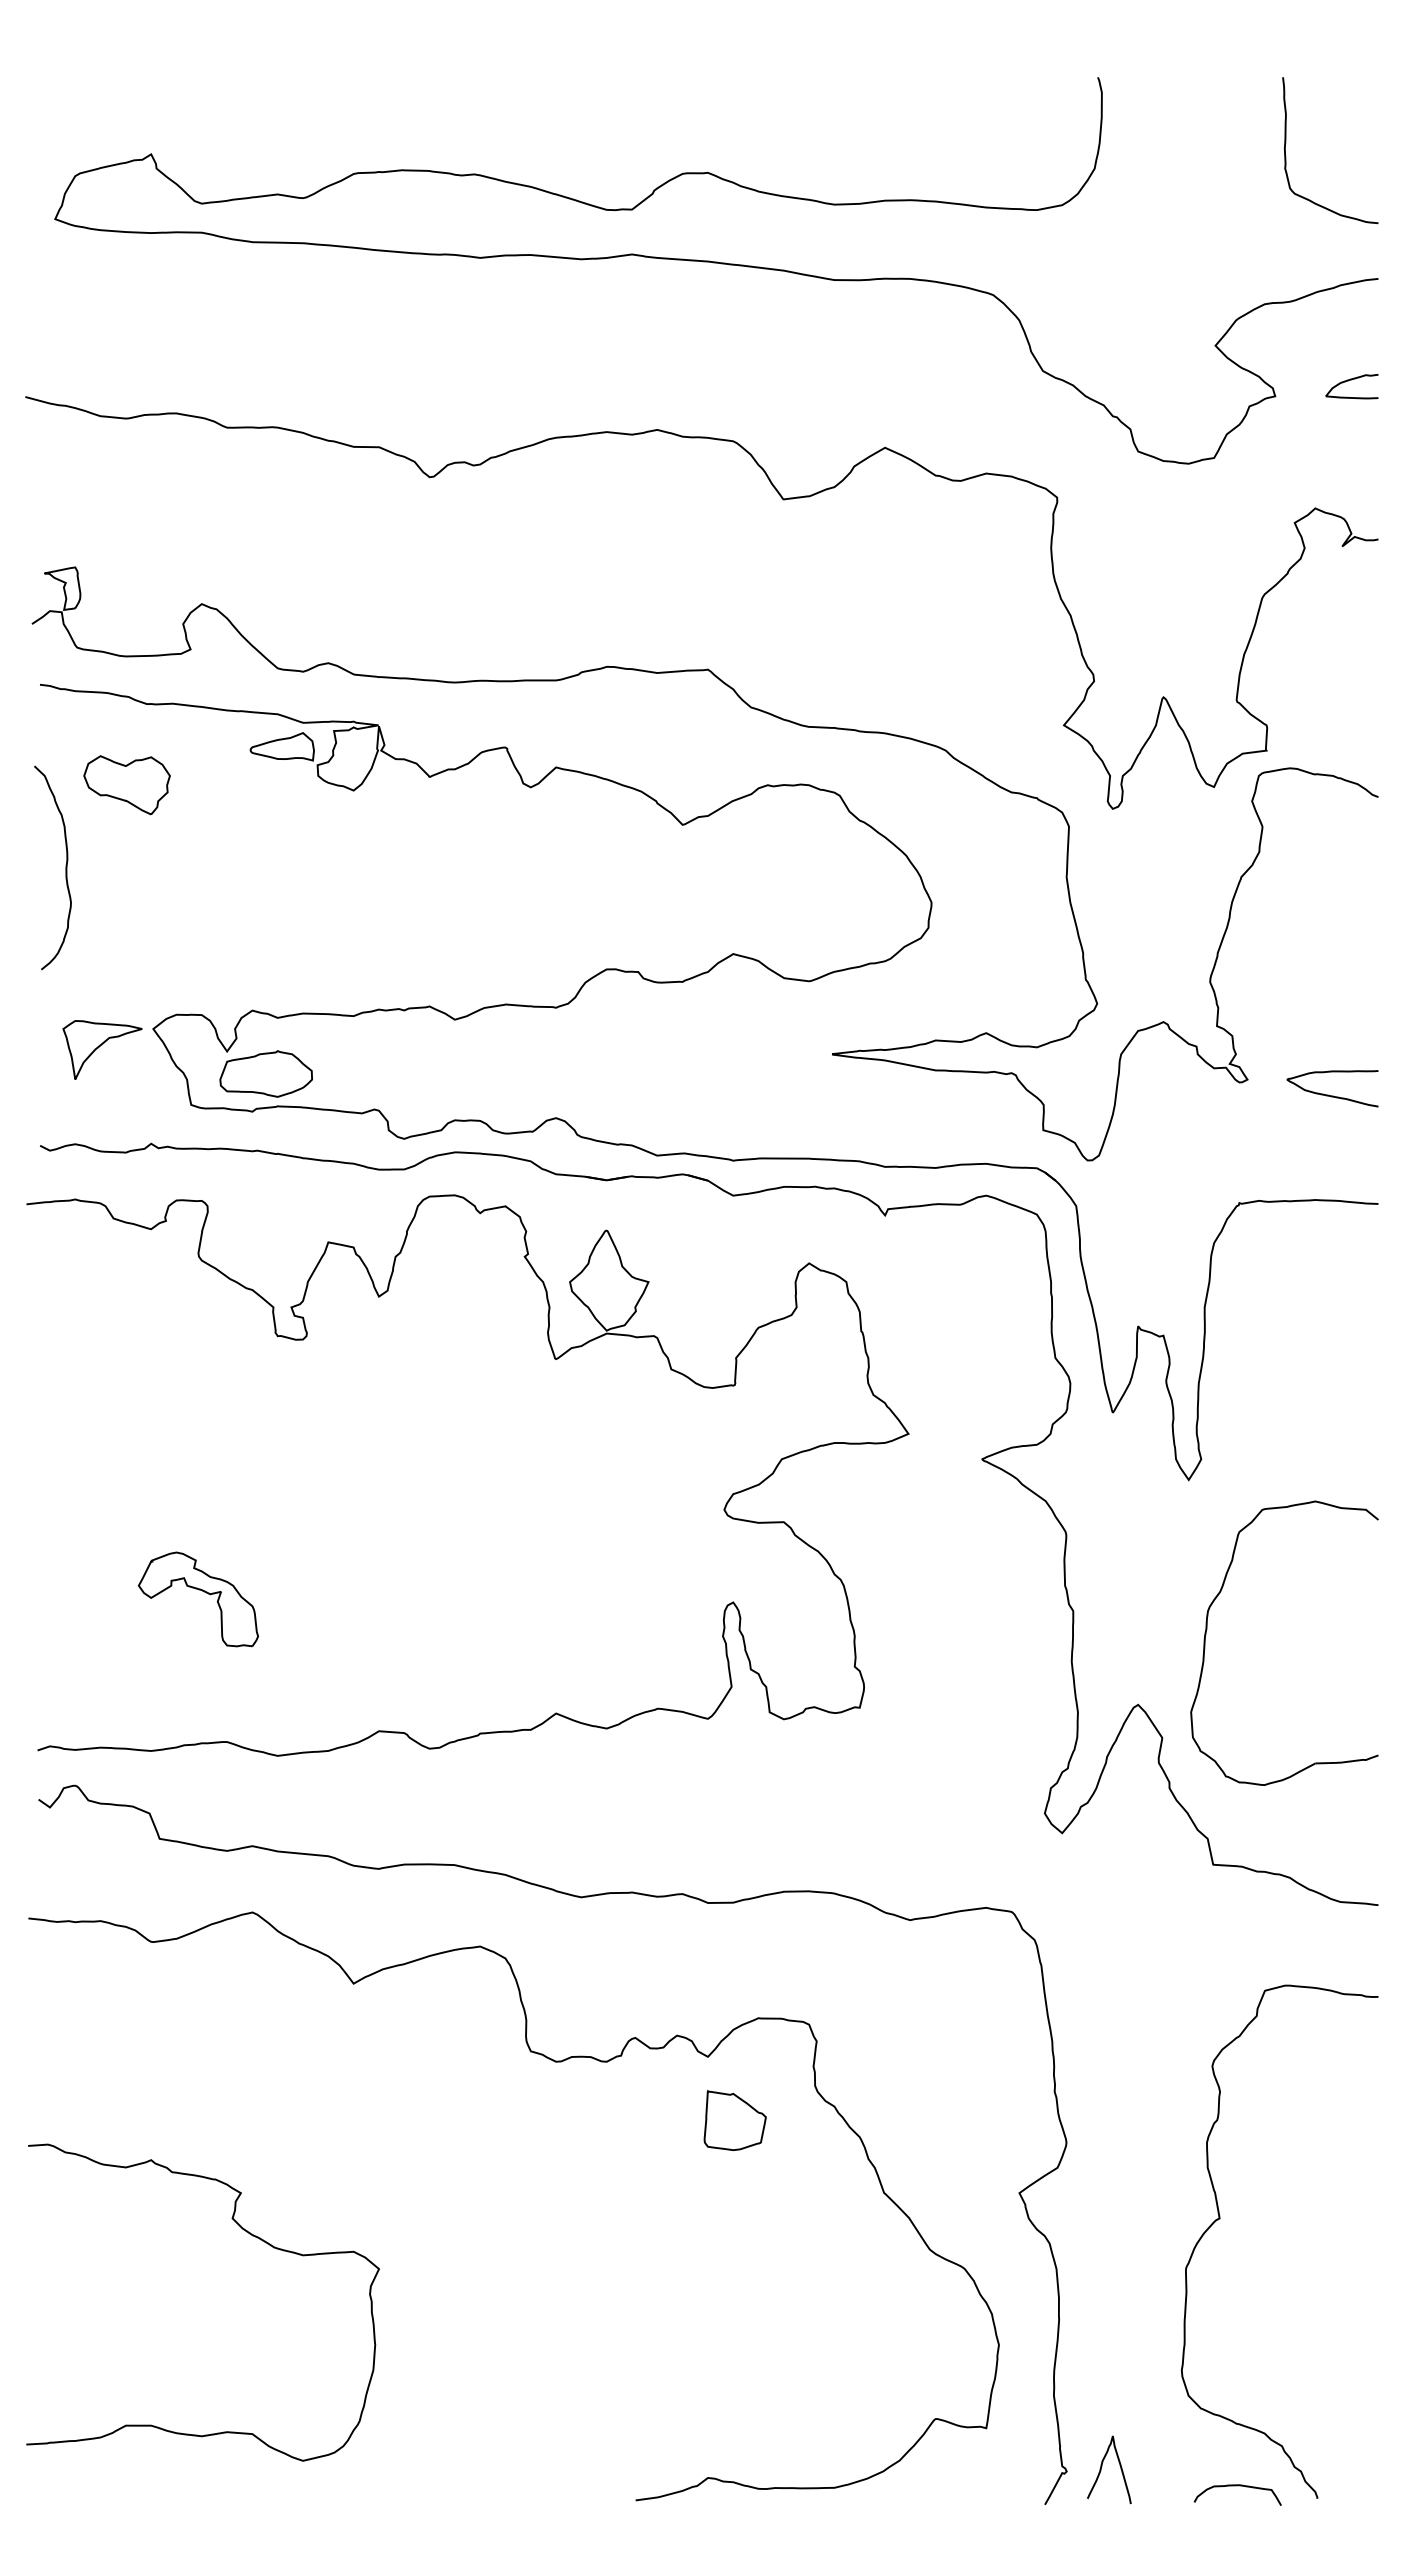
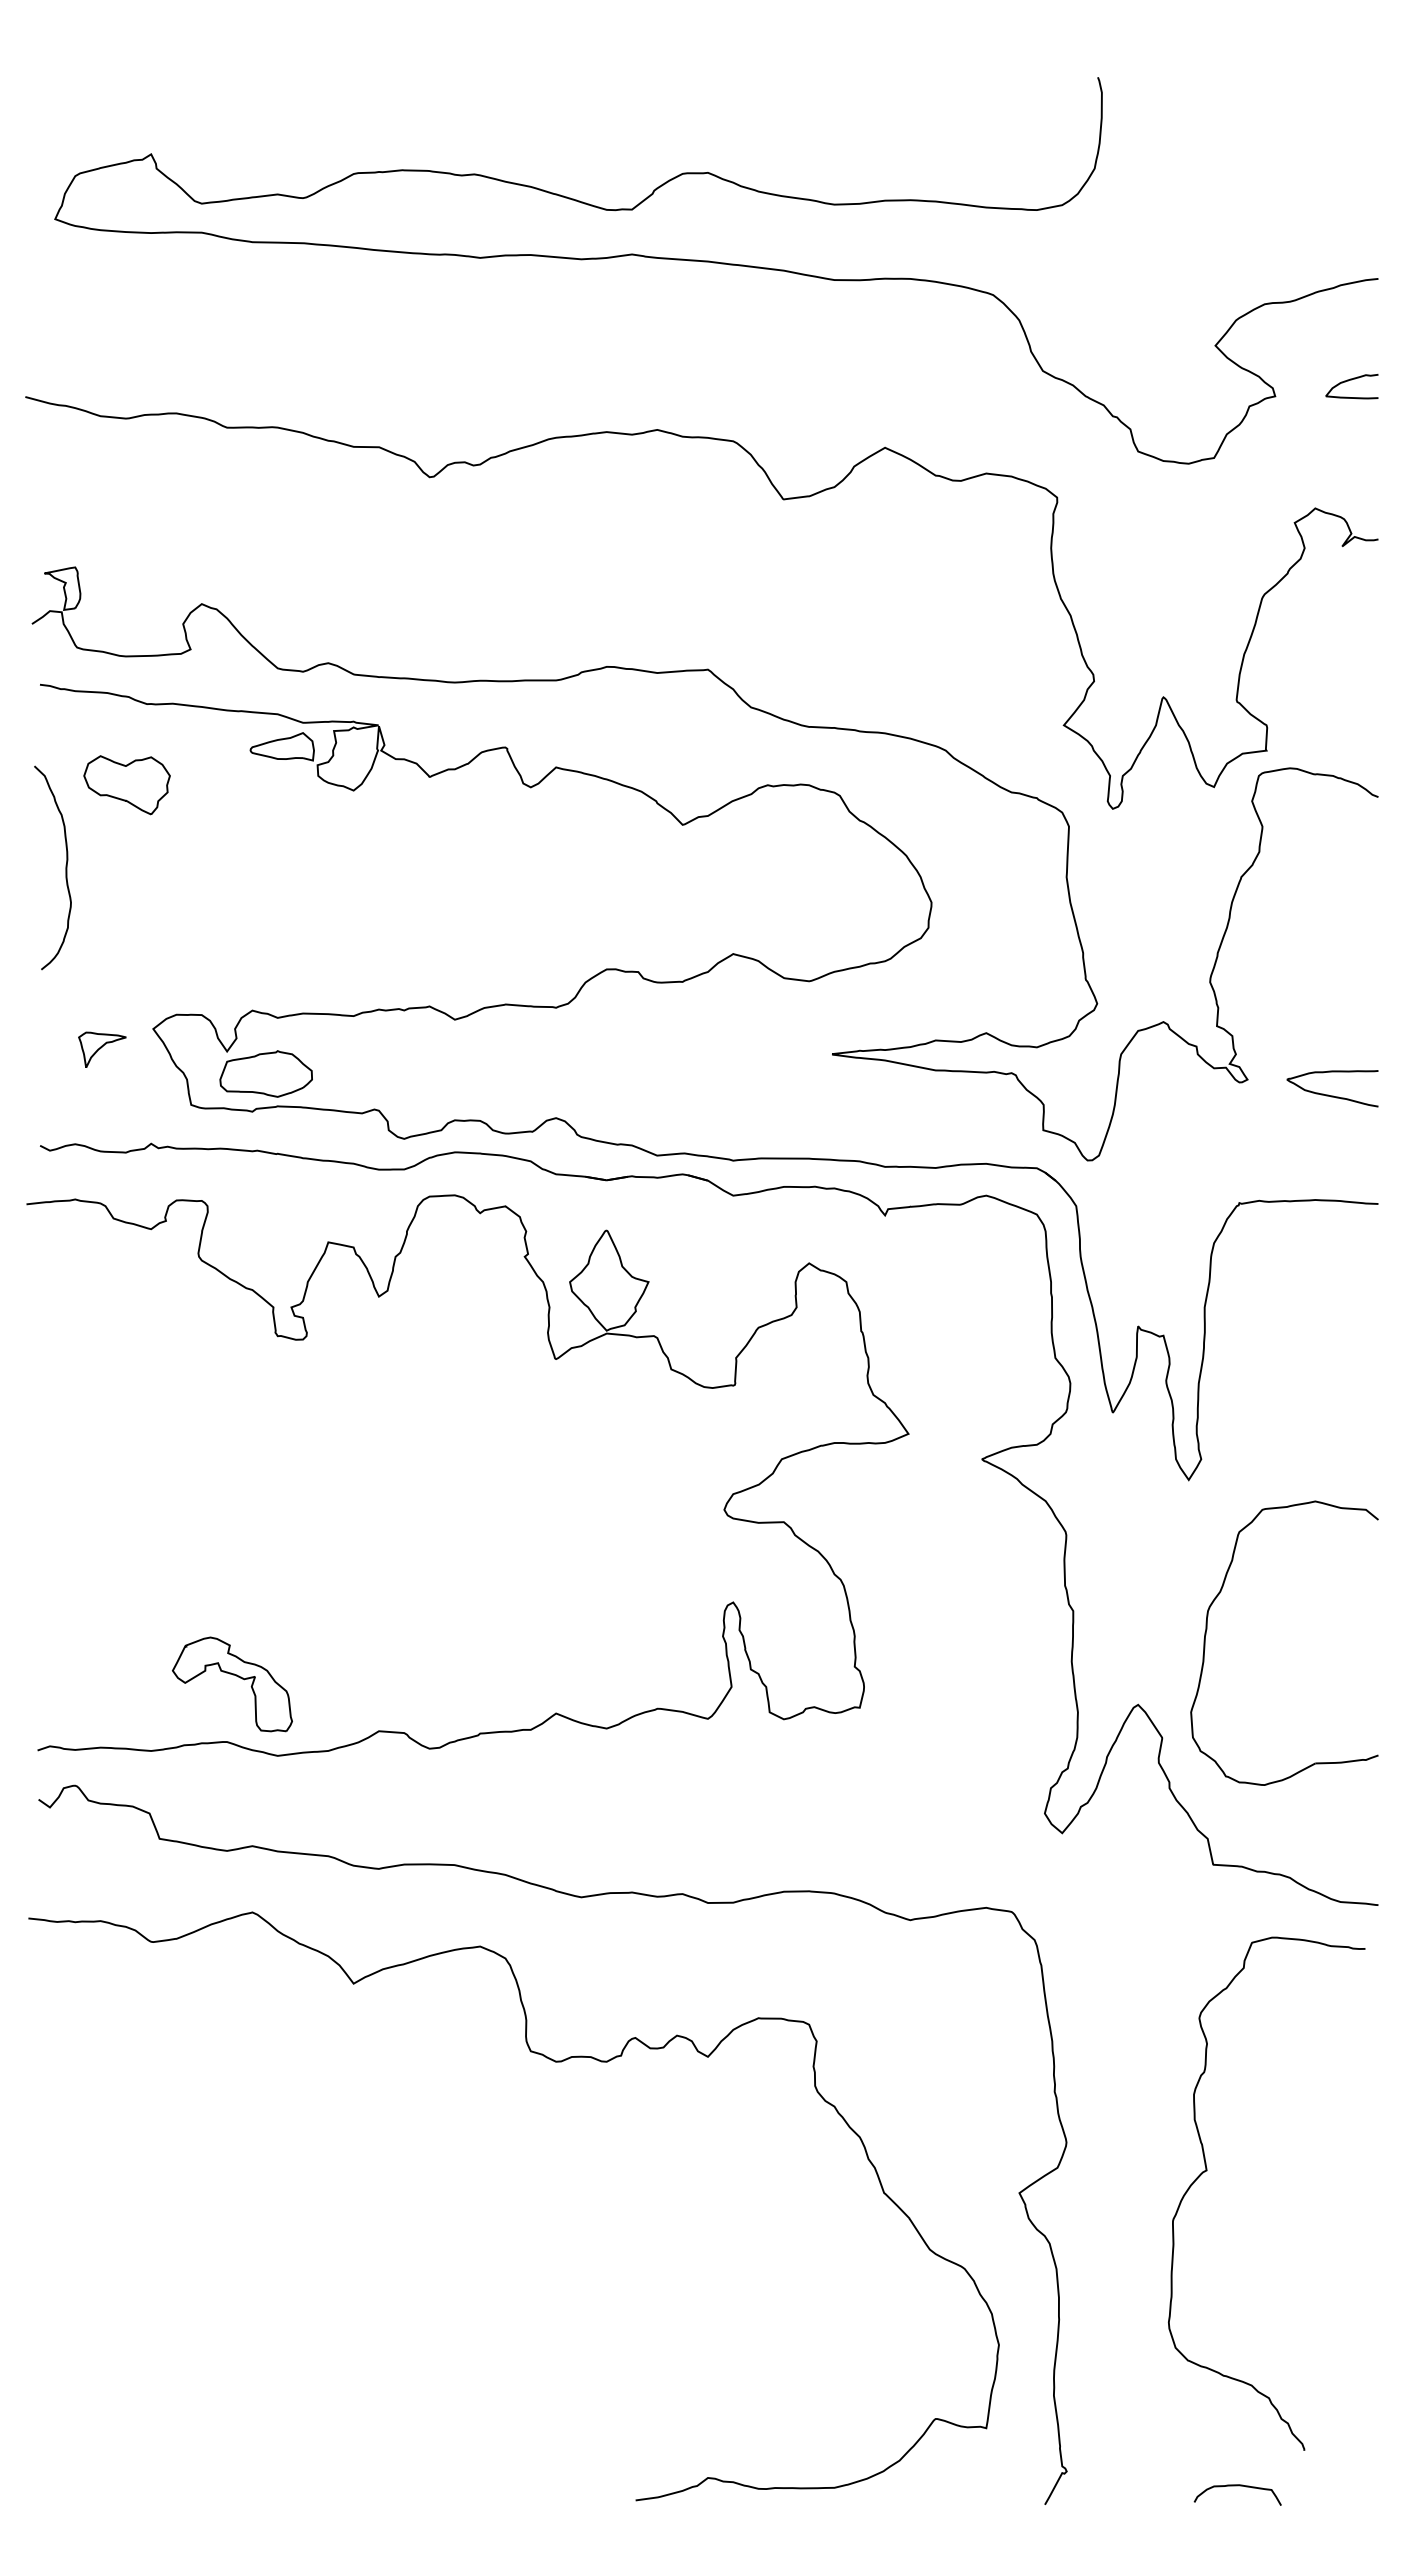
curve at (1286, 155): present -> none
part at (102, 1049) size: 81x60 px -> 49x37 px
part at (202, 1591) position: (202, 1591) -> (236, 1676)
part at (734, 2120): present -> none
curve at (1220, 2218) position: (1220, 2218) -> (1207, 2170)
curve at (249, 2234): present -> none
curve at (1102, 2466): present -> none
